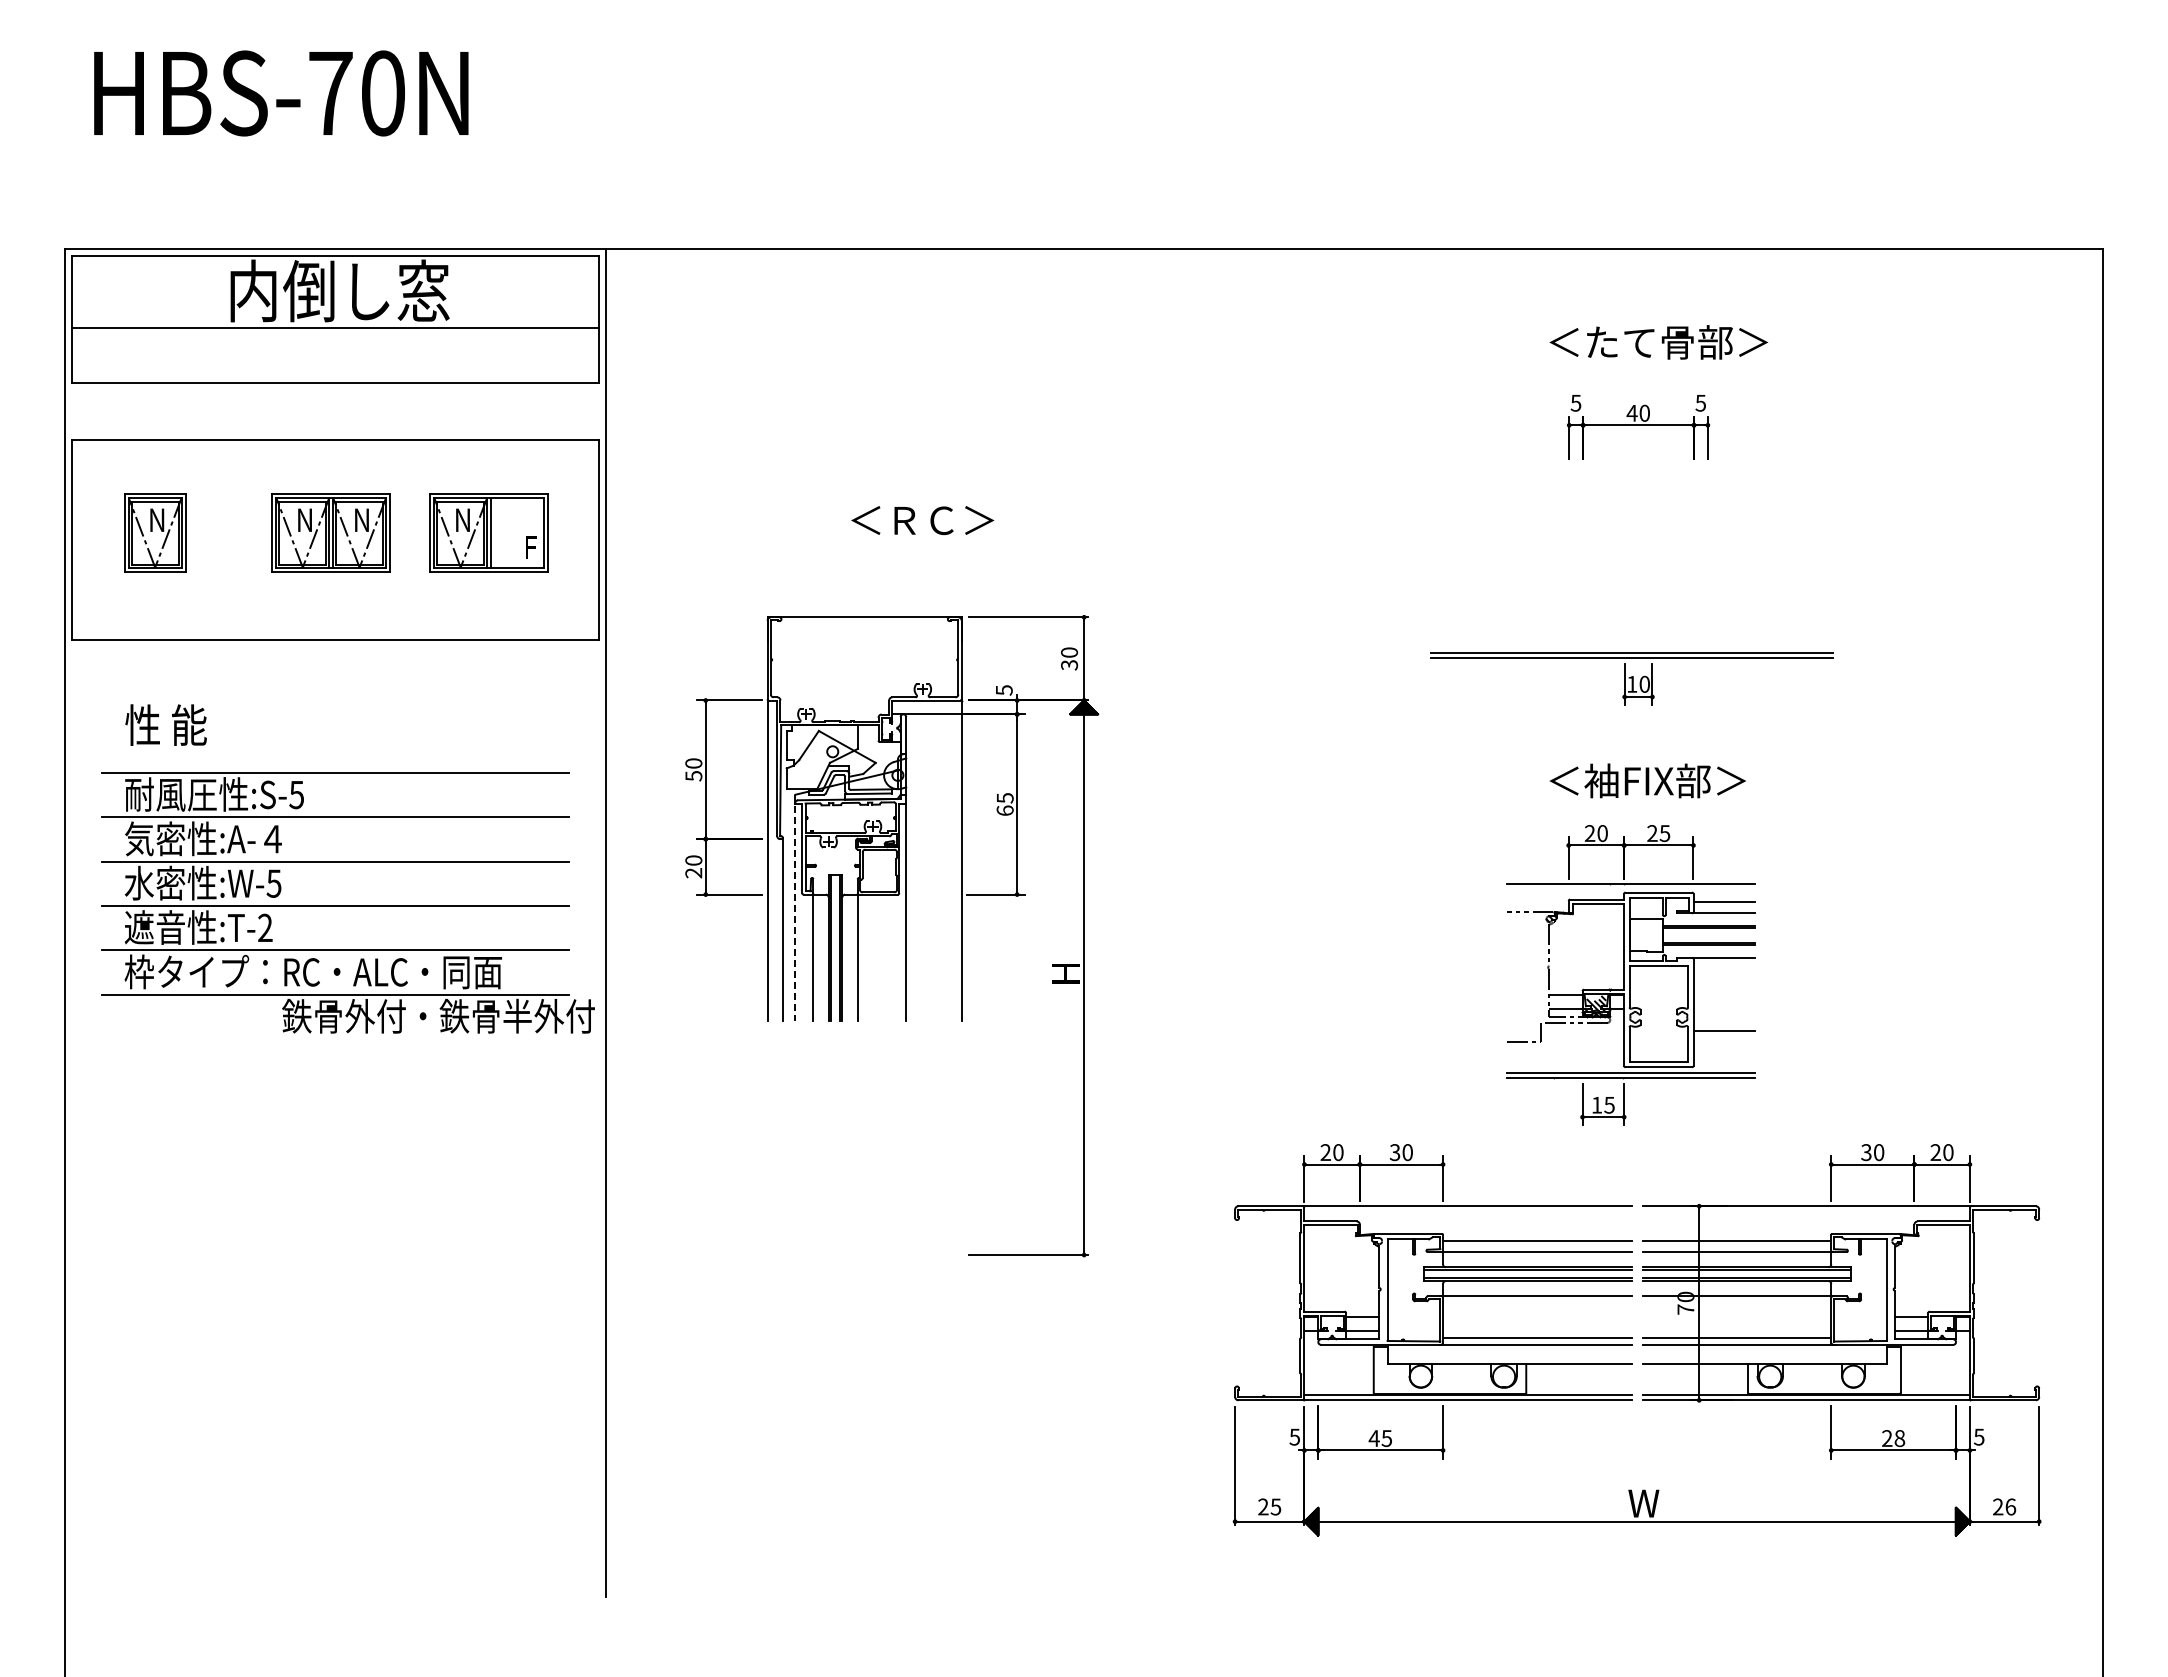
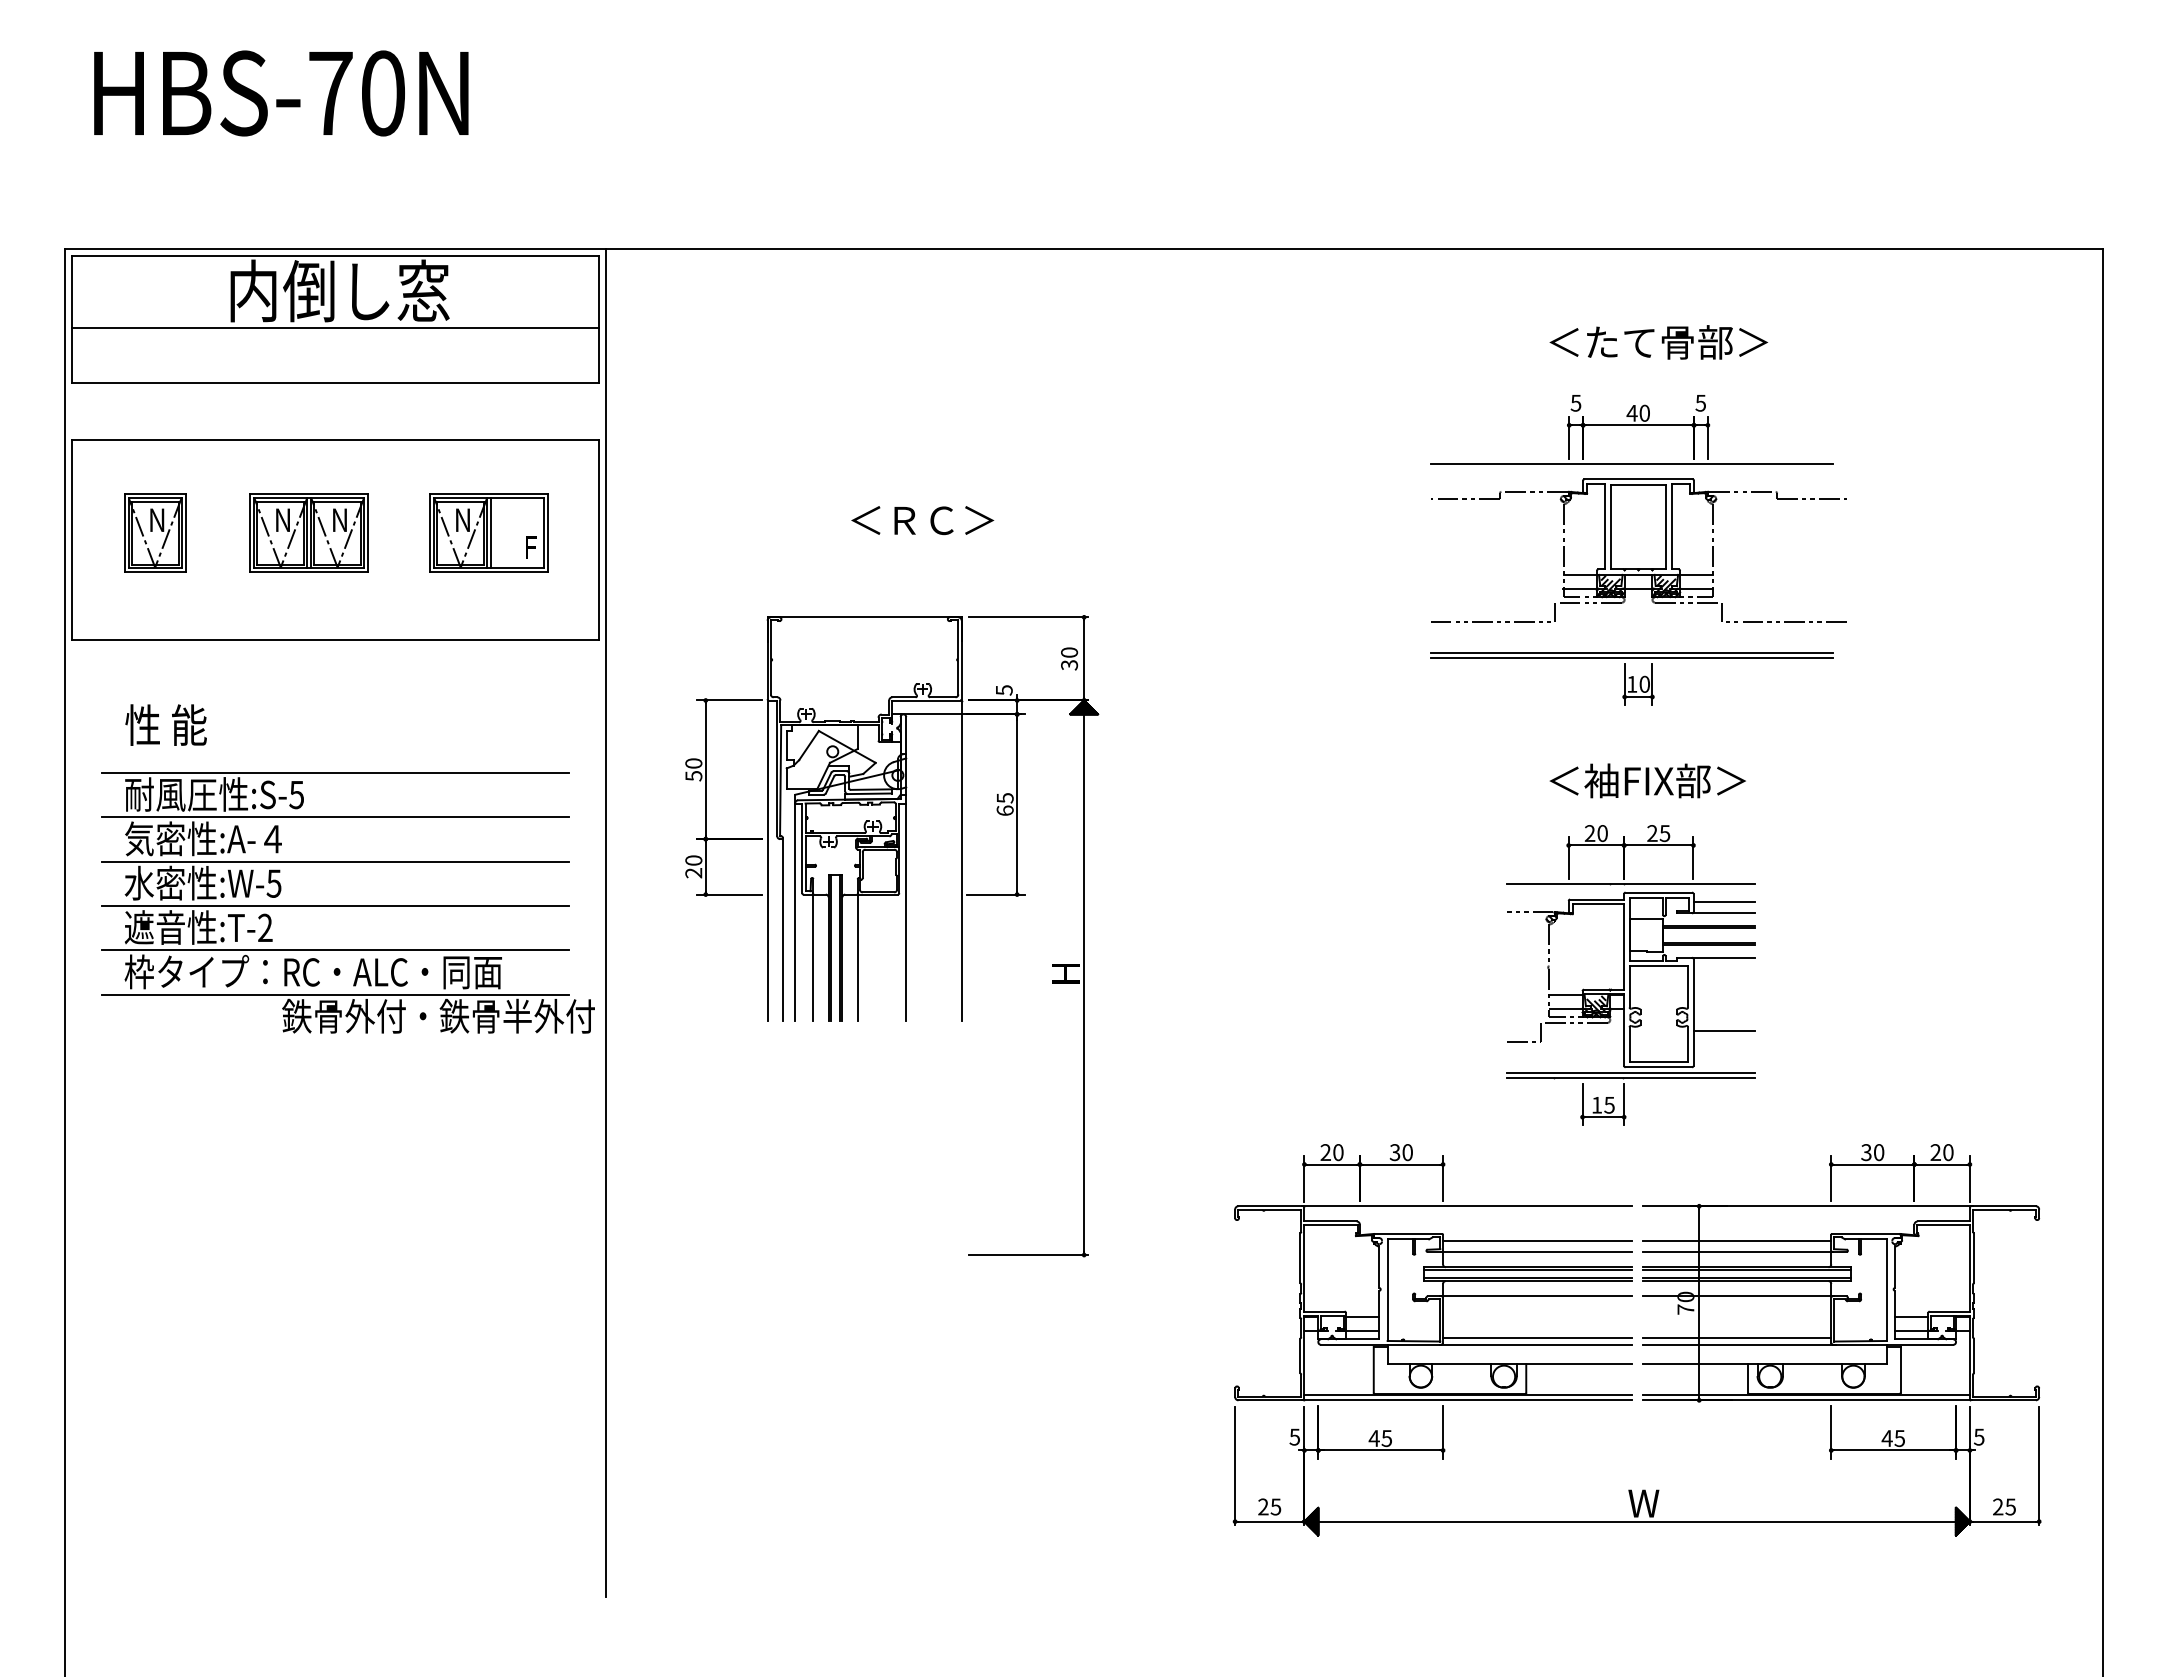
line at (1631, 464): none -> present
part at (330, 532) position: (330, 532) -> (308, 532)
part at (1638, 550): none -> present
line at (795, 907): dashed -> solid
text at (1893, 1438): 28 -> 45
text at (2010, 1506): 26 -> 25
